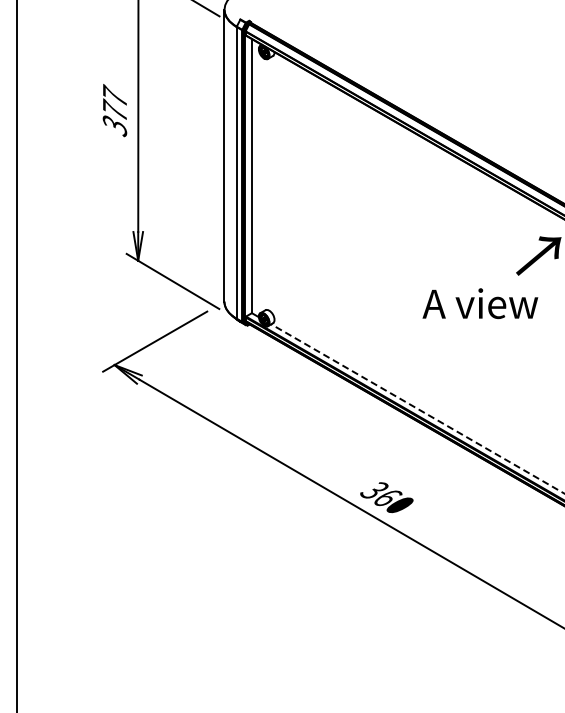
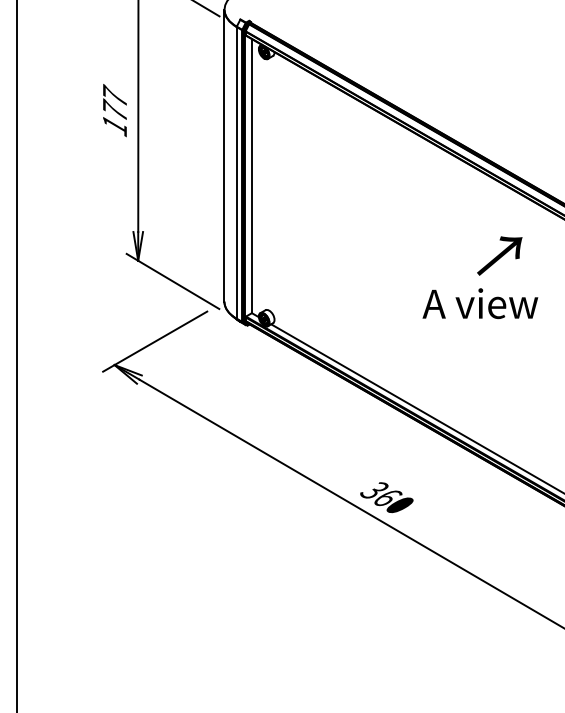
text at (114, 126): 377 -> 177
text at (538, 255) position: (538, 255) -> (499, 255)
line at (417, 408): dashed -> solid
